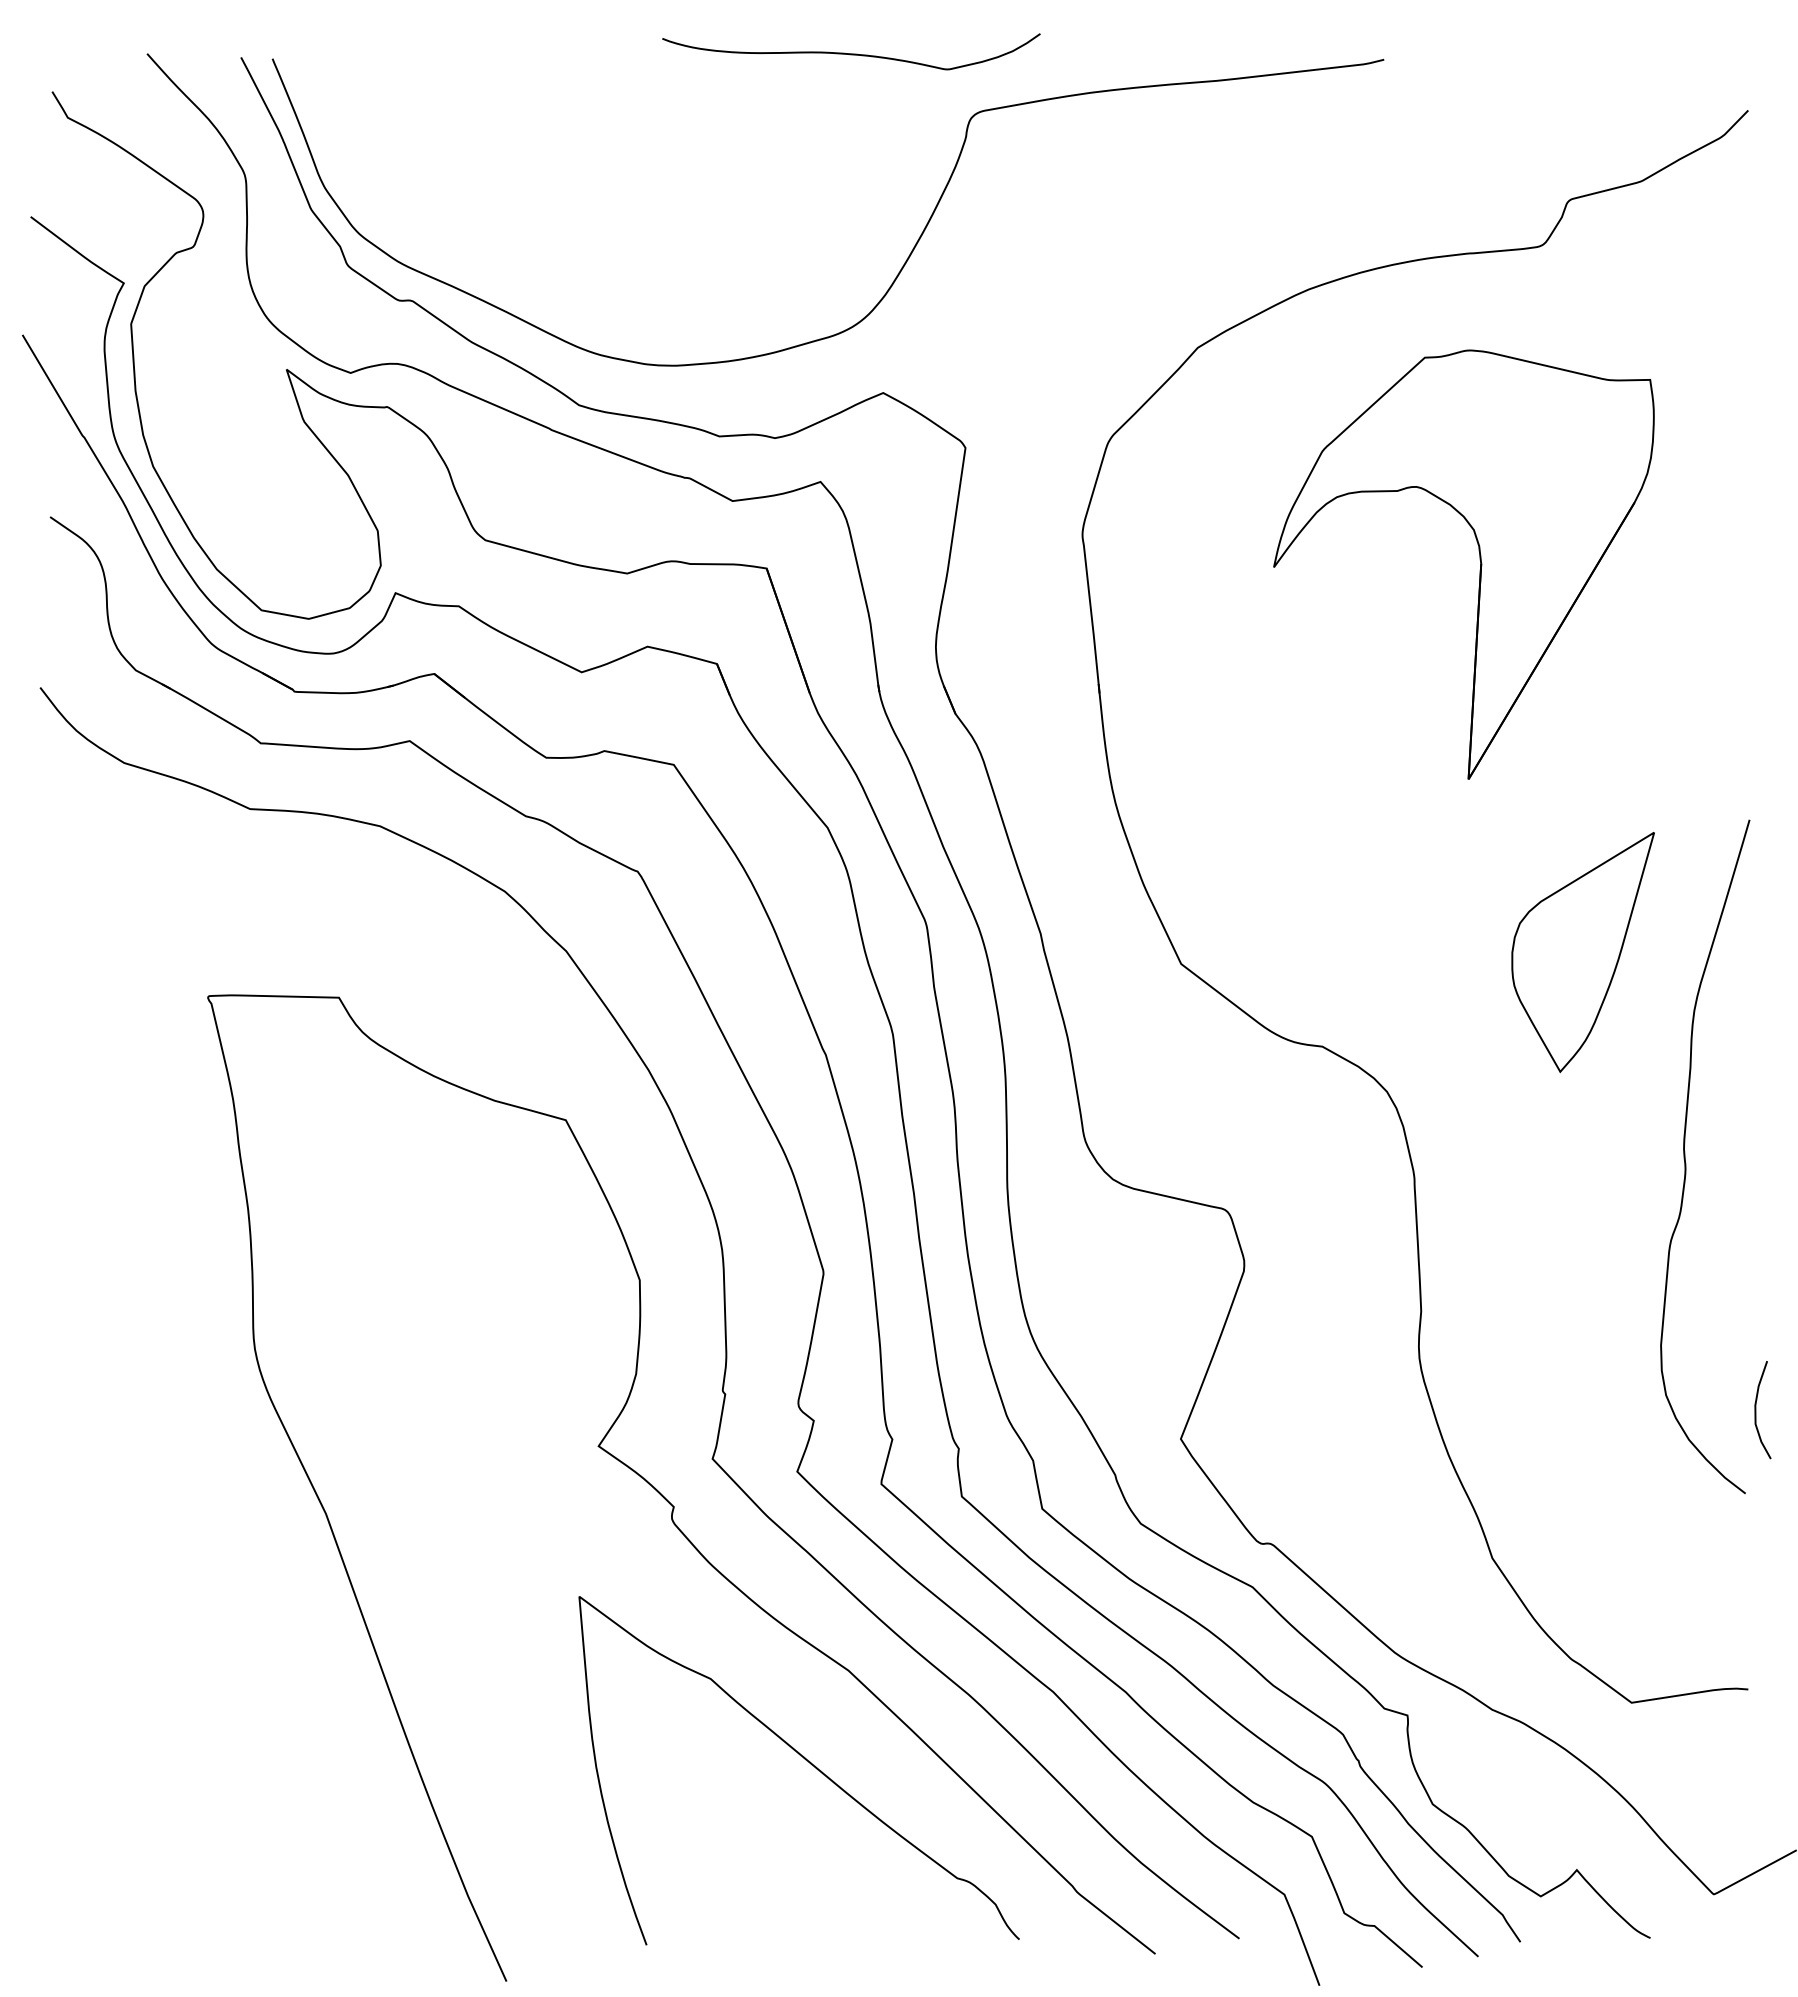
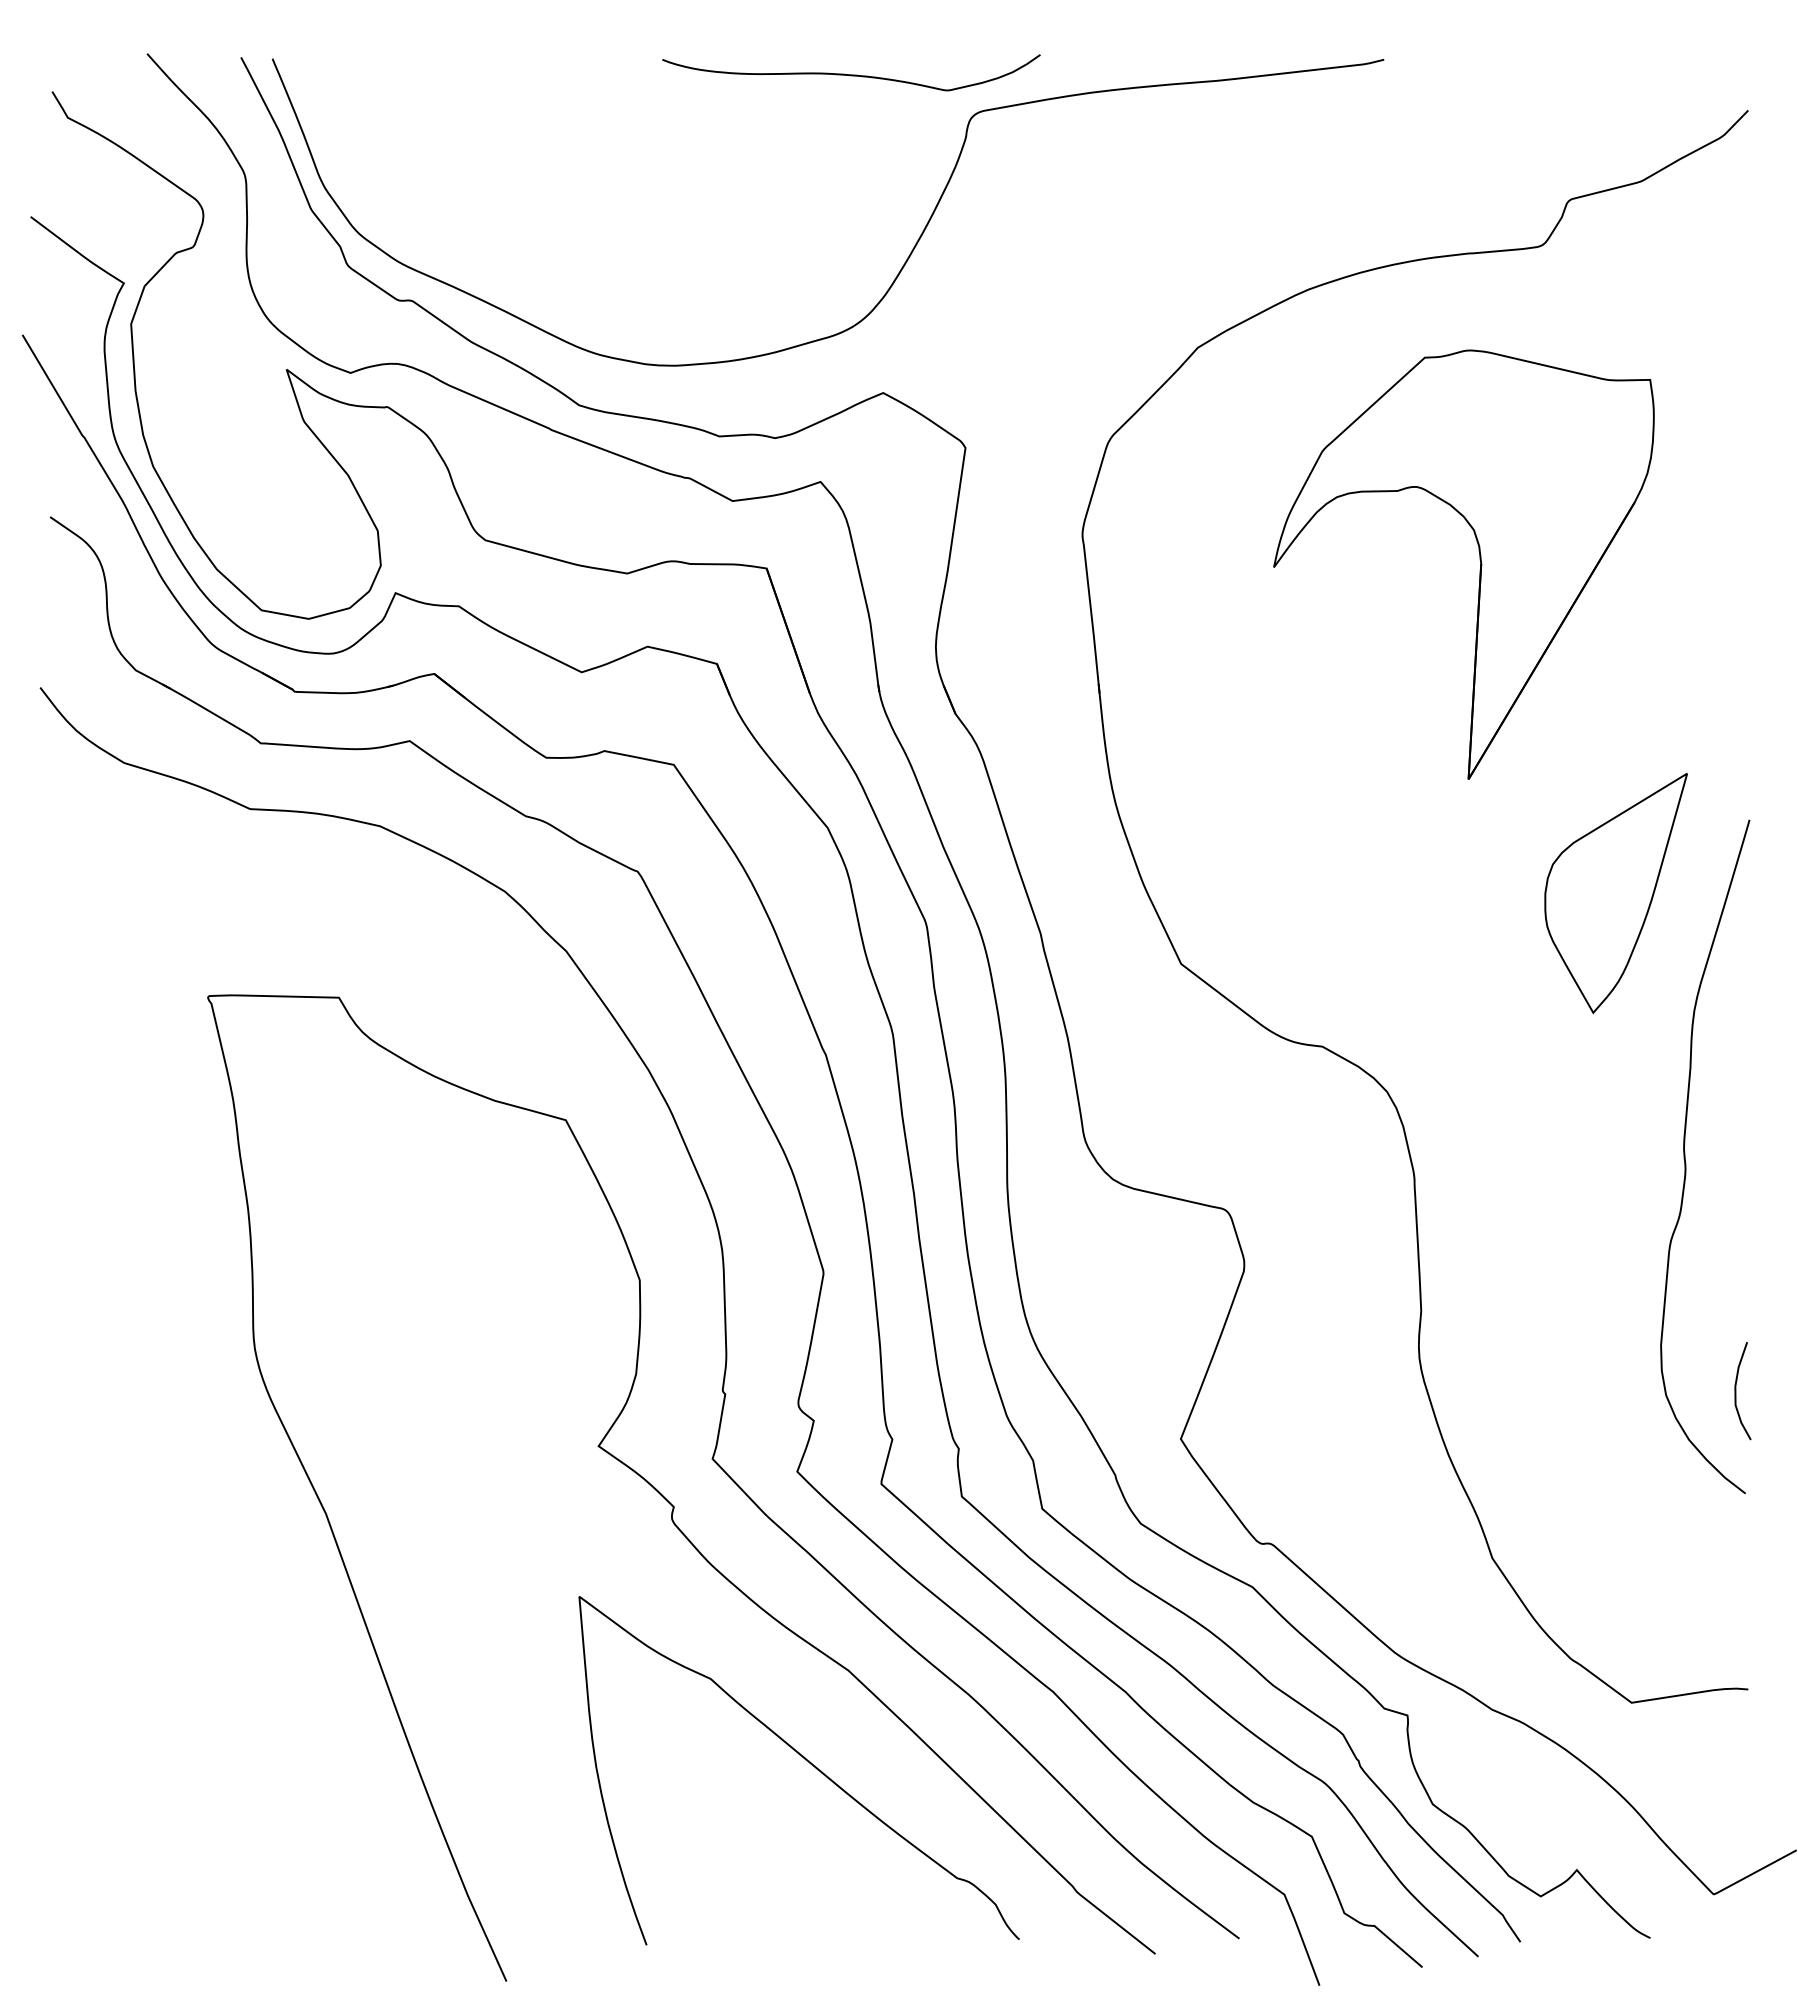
curve at (851, 53) position: (851, 53) -> (851, 74)
part at (1582, 952) position: (1582, 952) -> (1615, 893)
curve at (1756, 1410) position: (1756, 1410) -> (1736, 1391)
